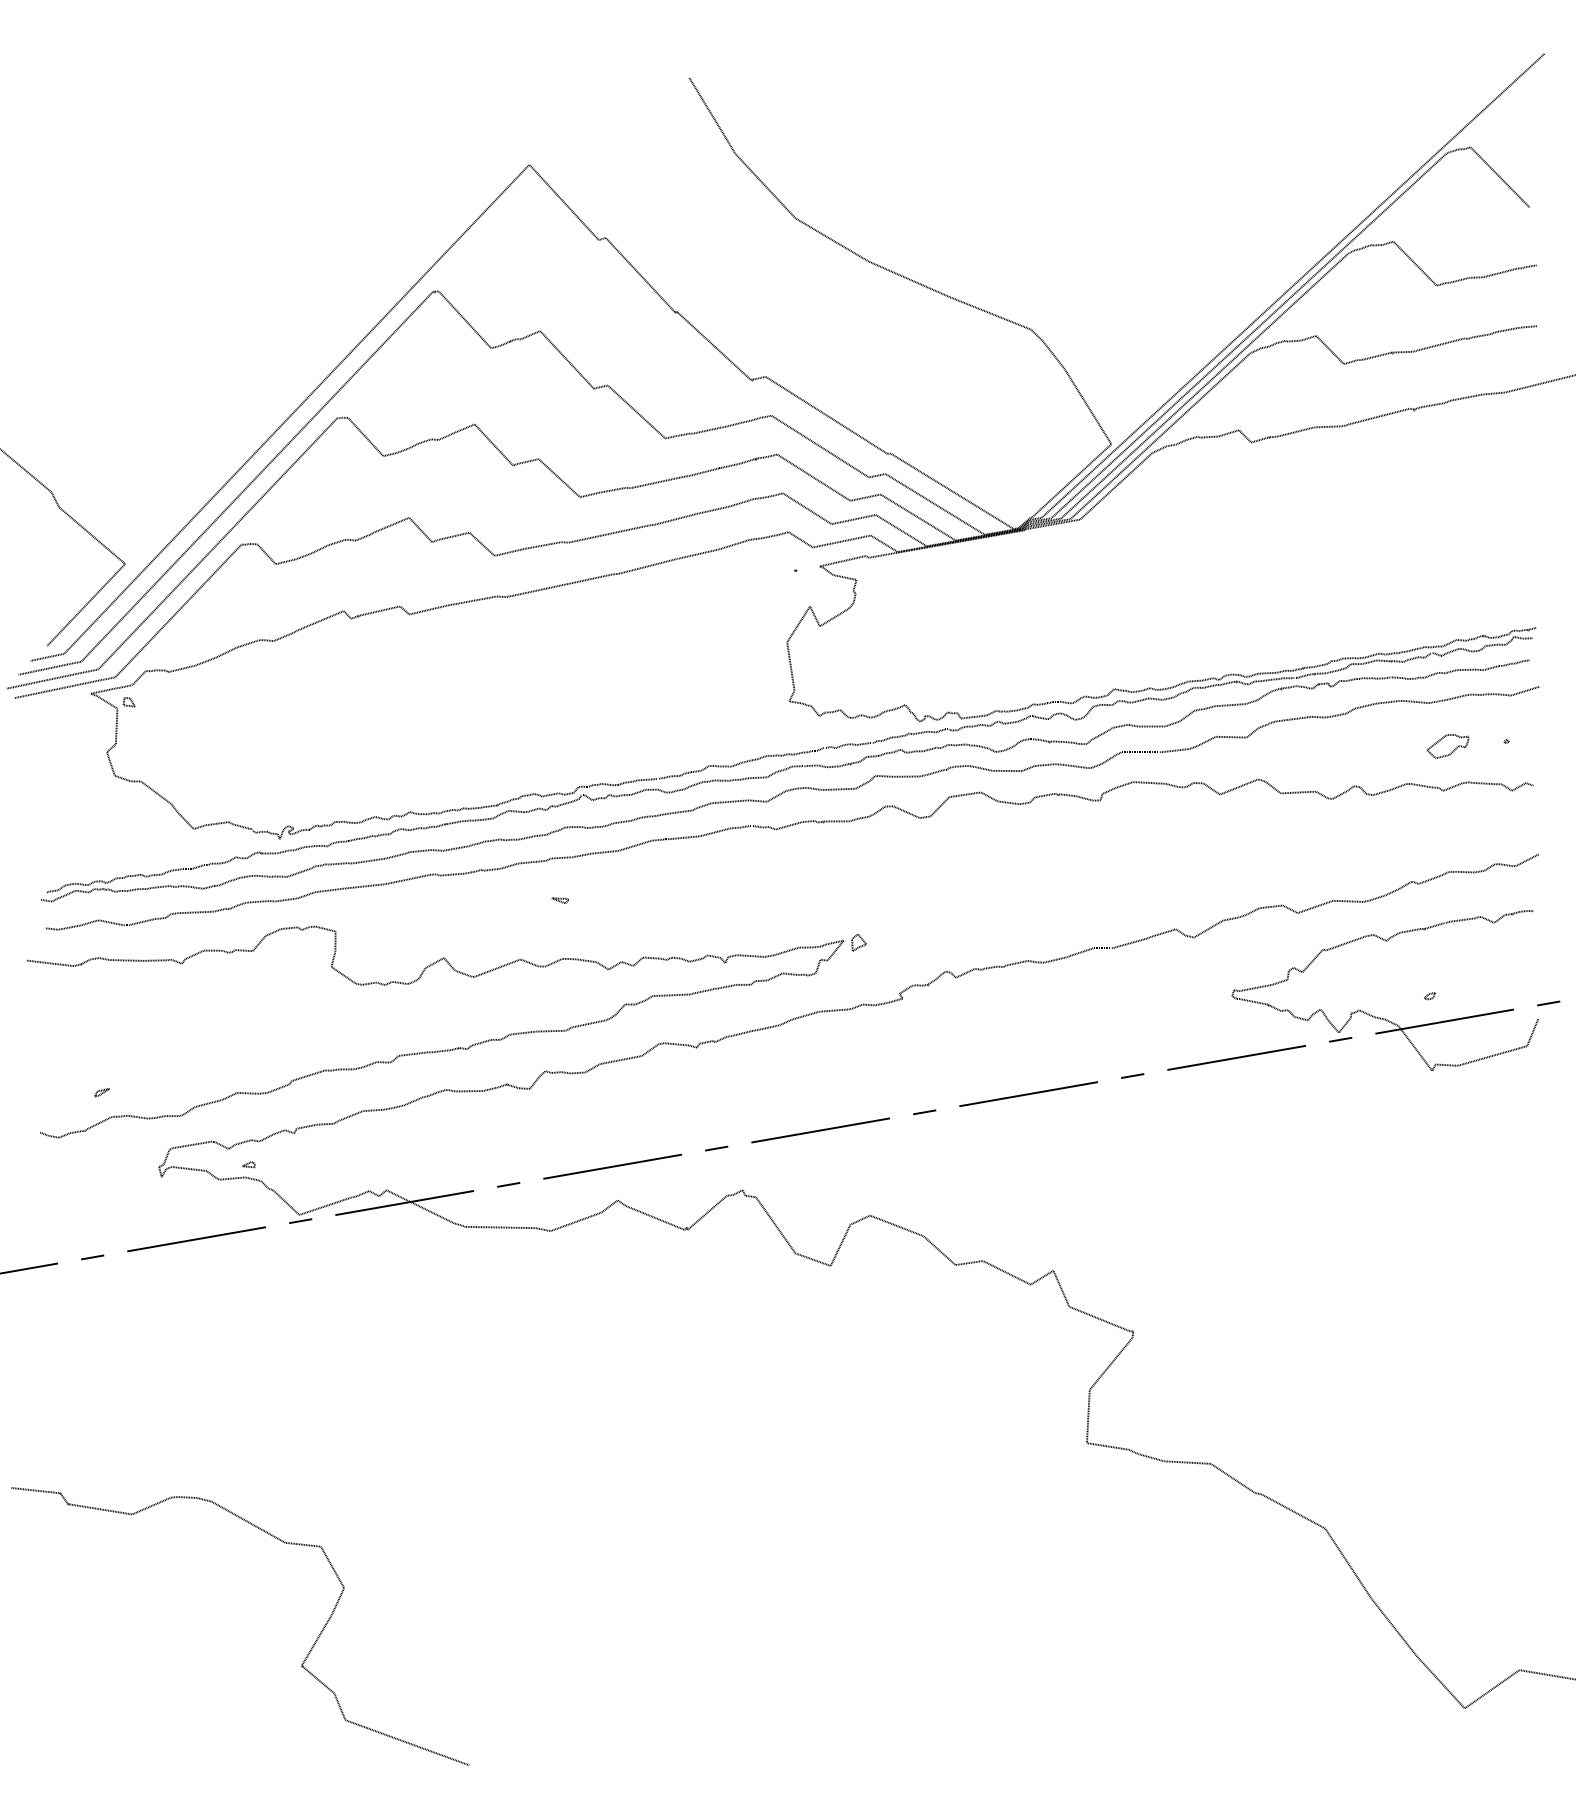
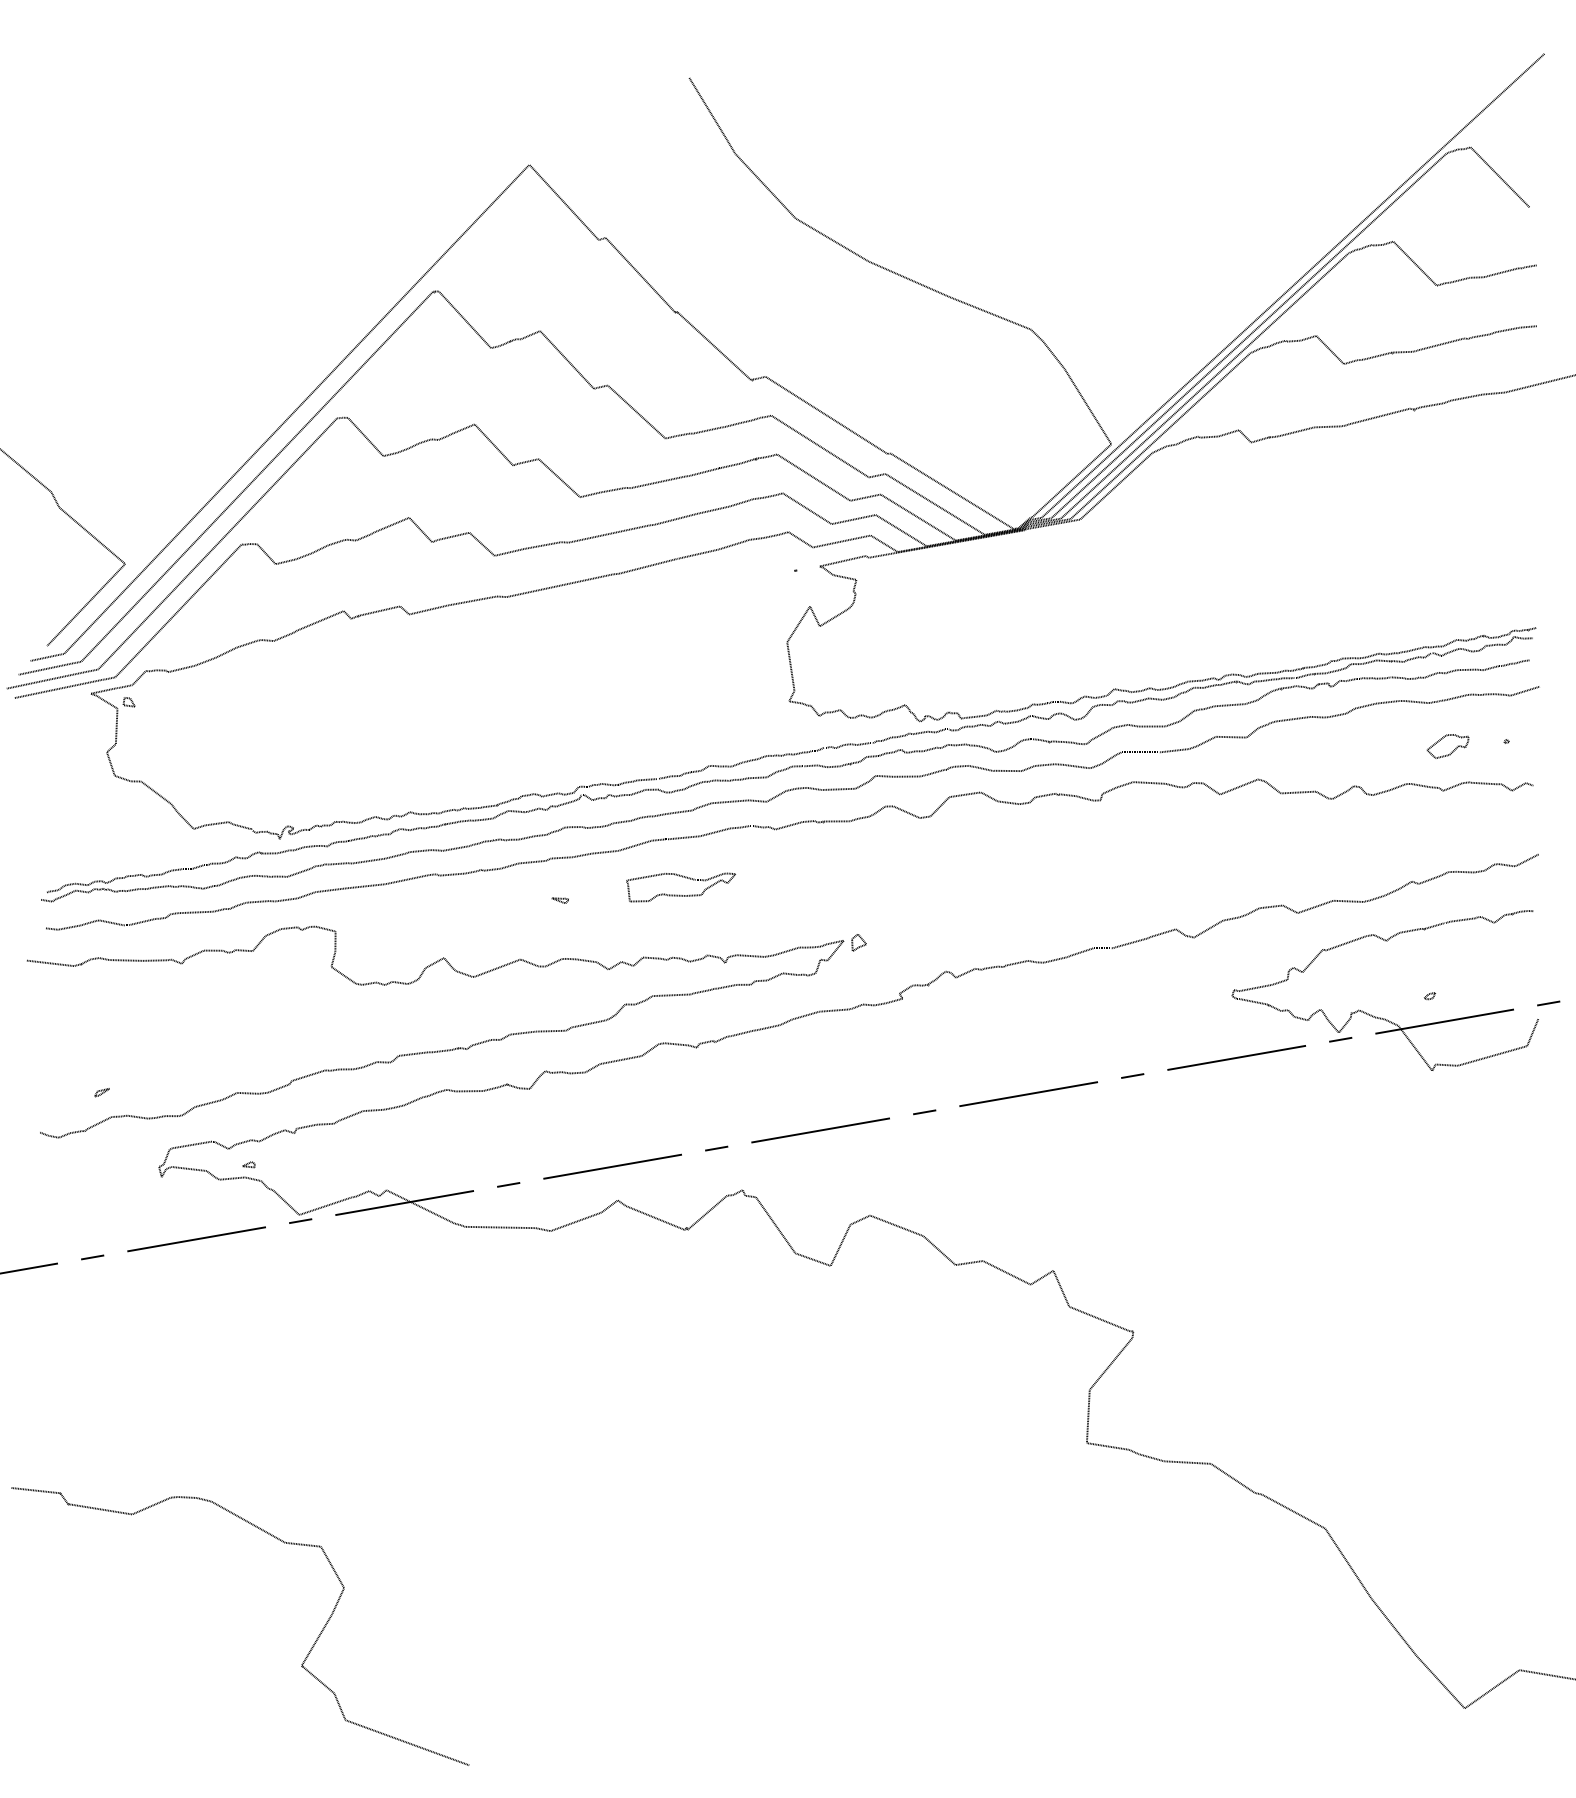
part at (679, 894): none -> present
